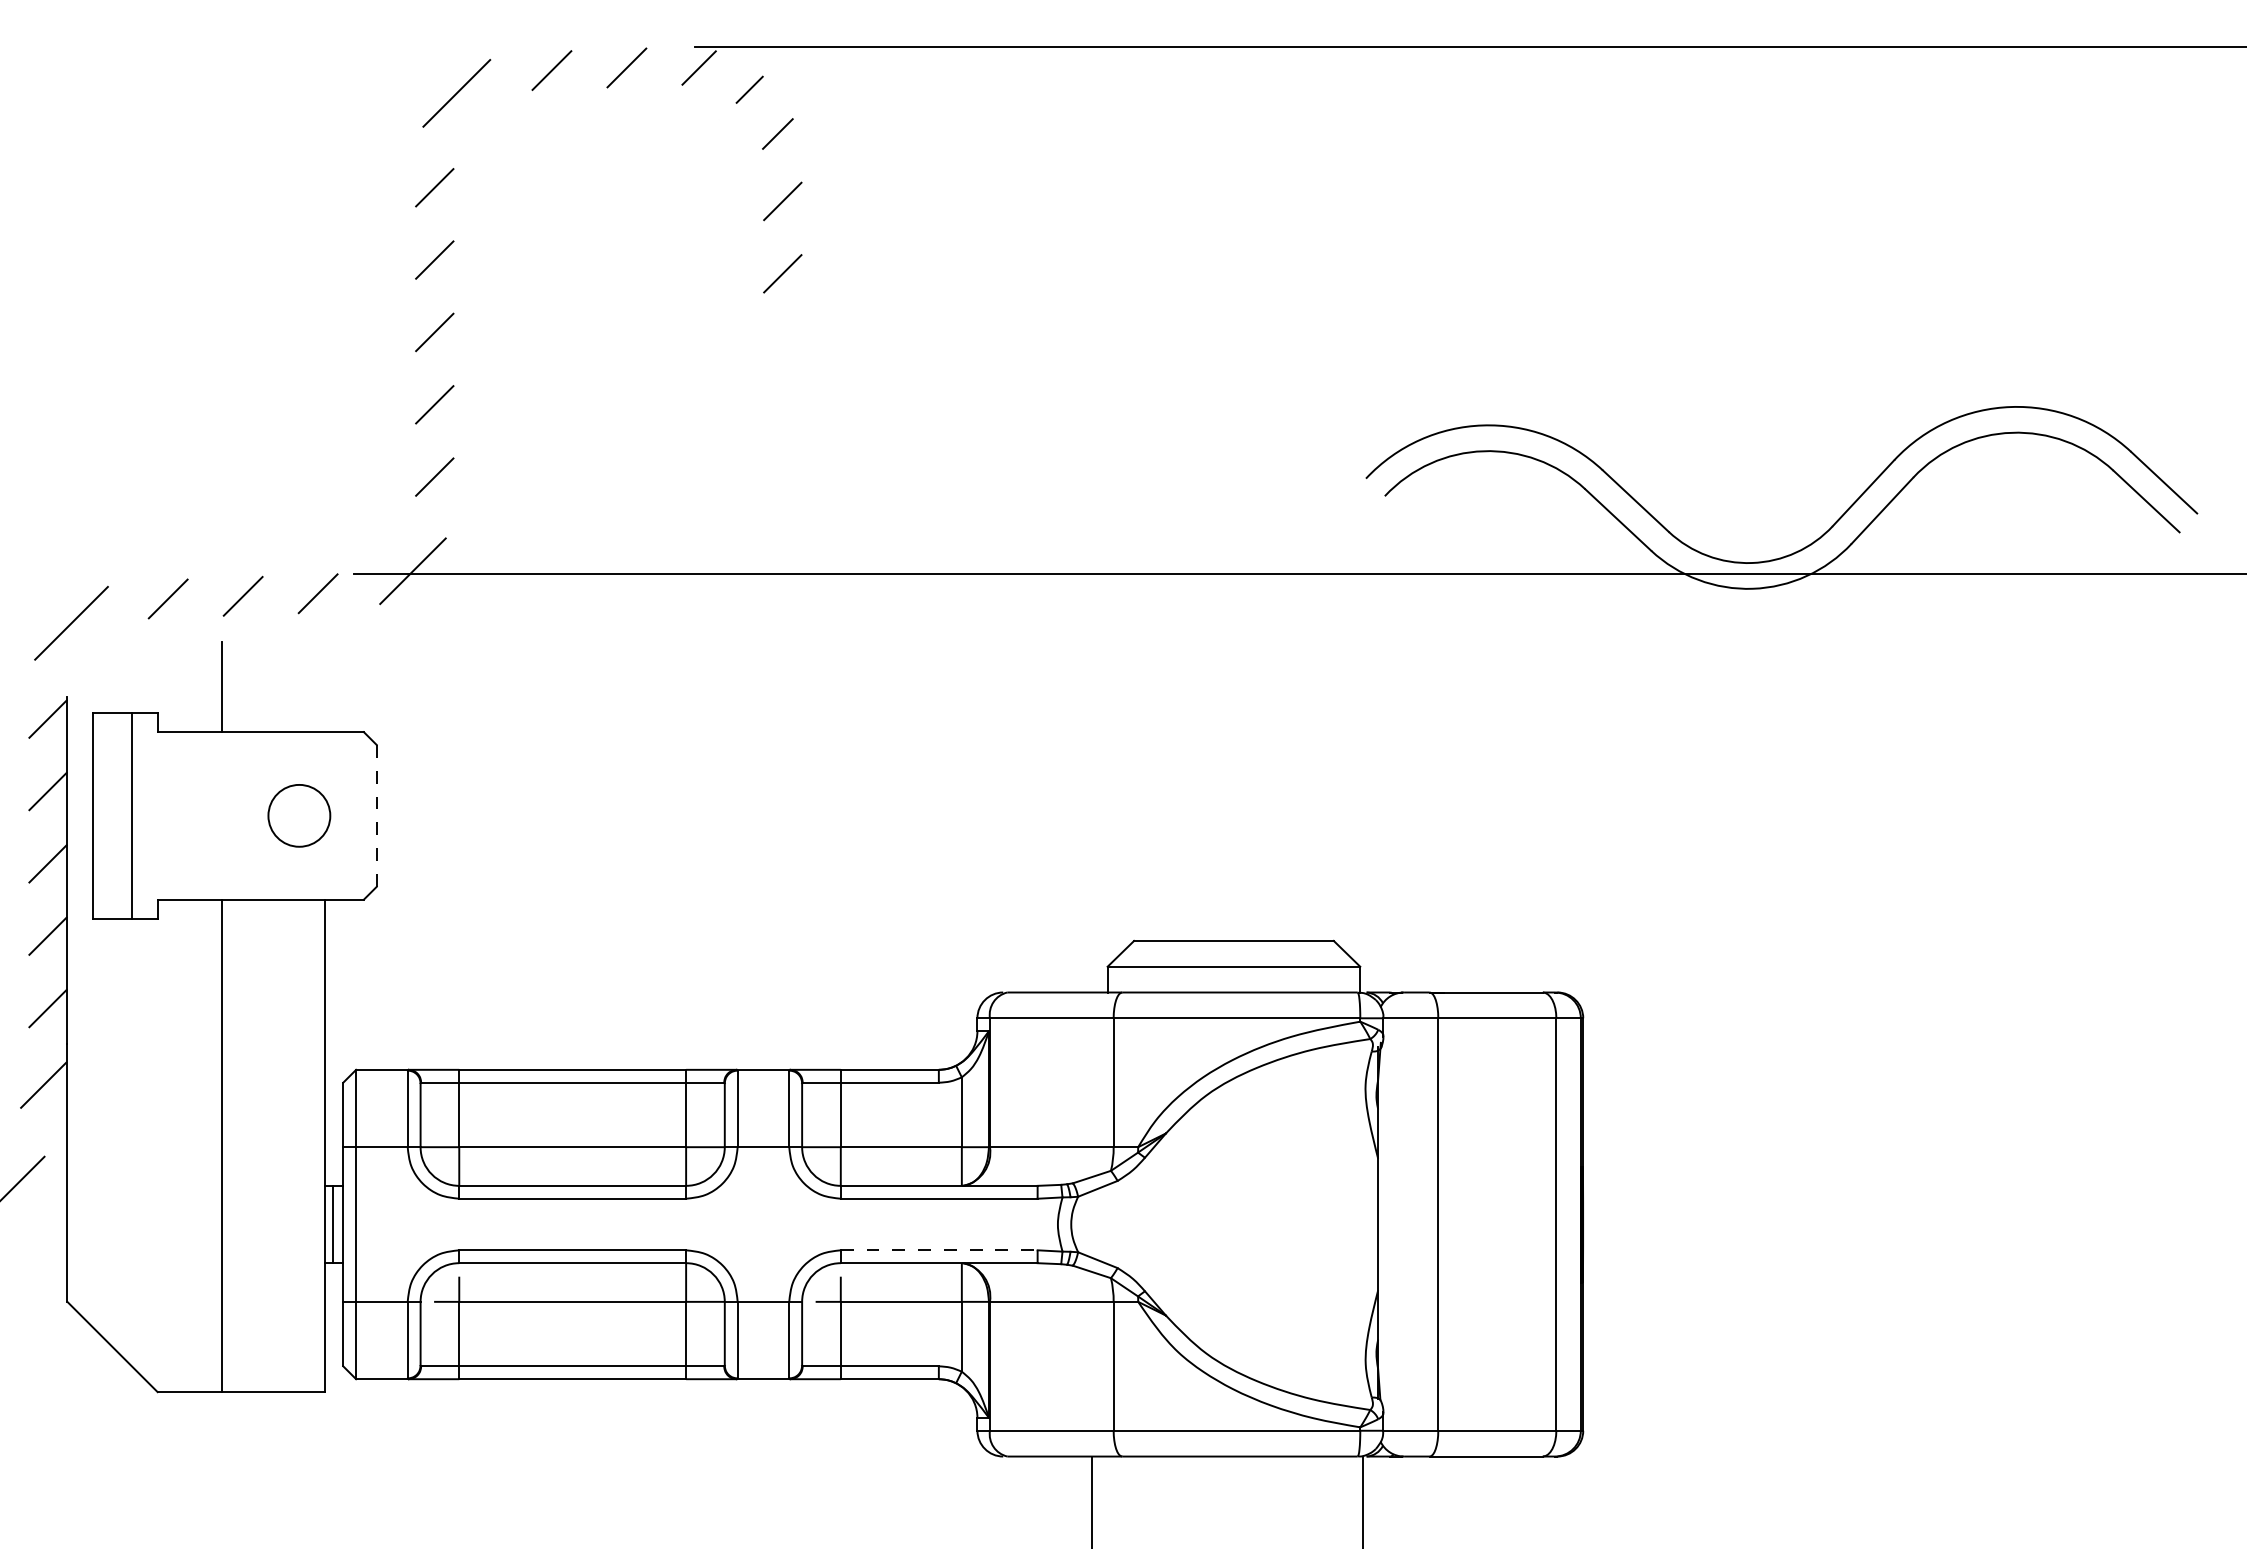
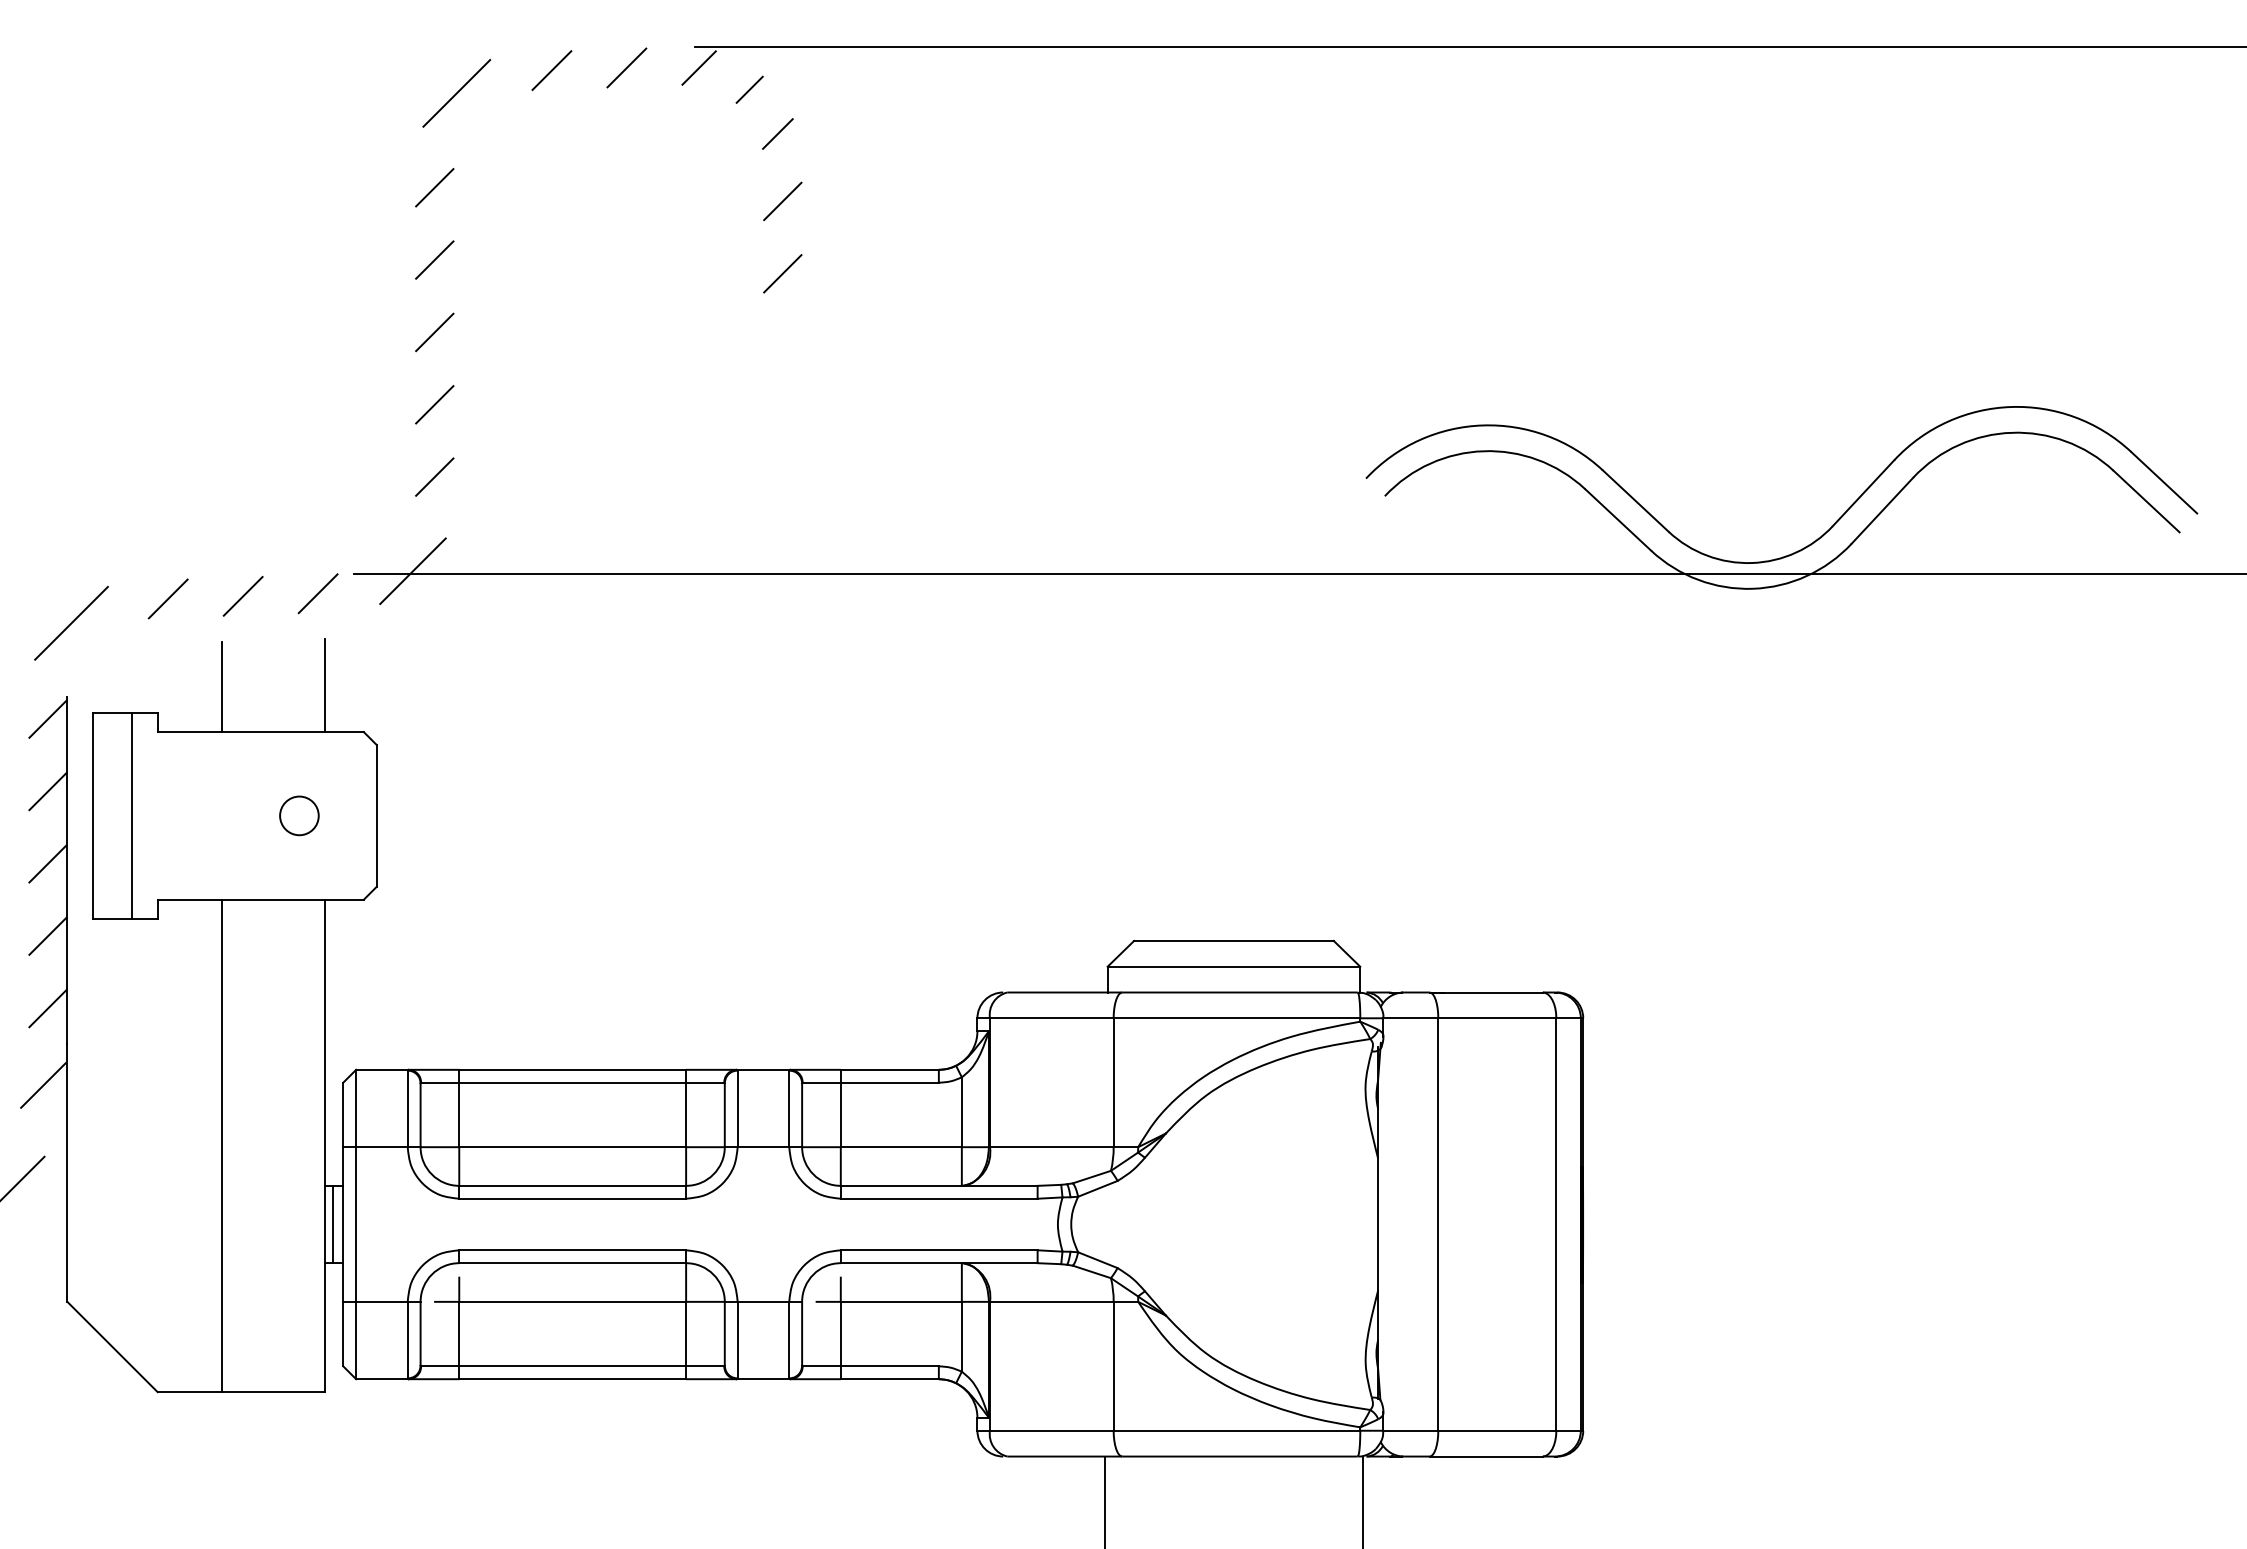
line at (325, 685): none -> present
circle at (299, 815) size: 65x64 px -> 41x42 px
line at (376, 815): dashed -> solid
line at (939, 1250): dashed -> solid
line at (1092, 1500) position: (1092, 1500) -> (1105, 1500)
